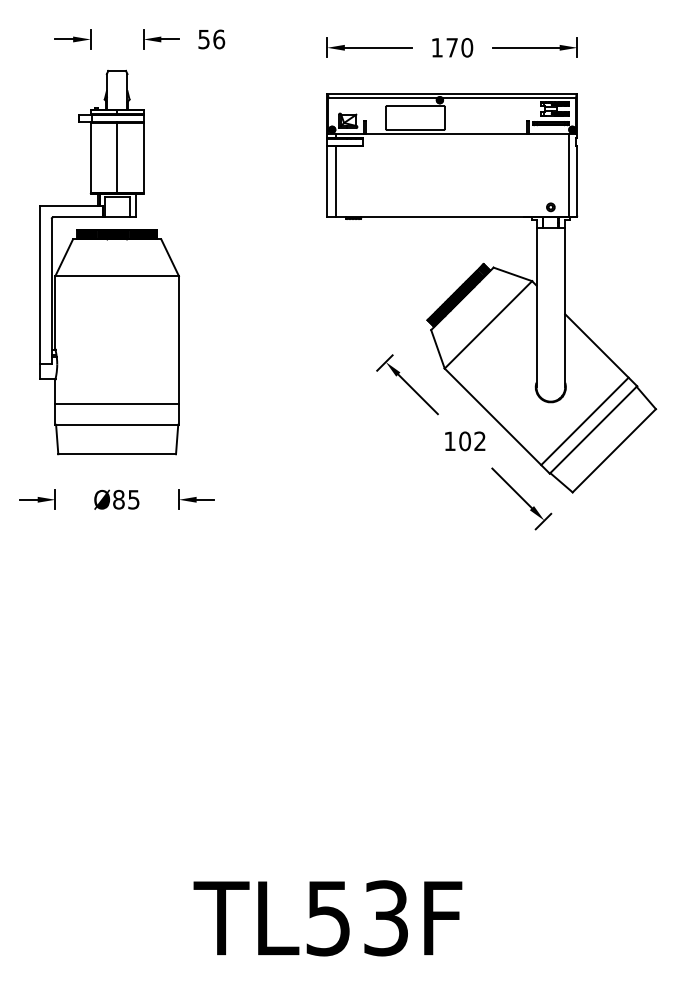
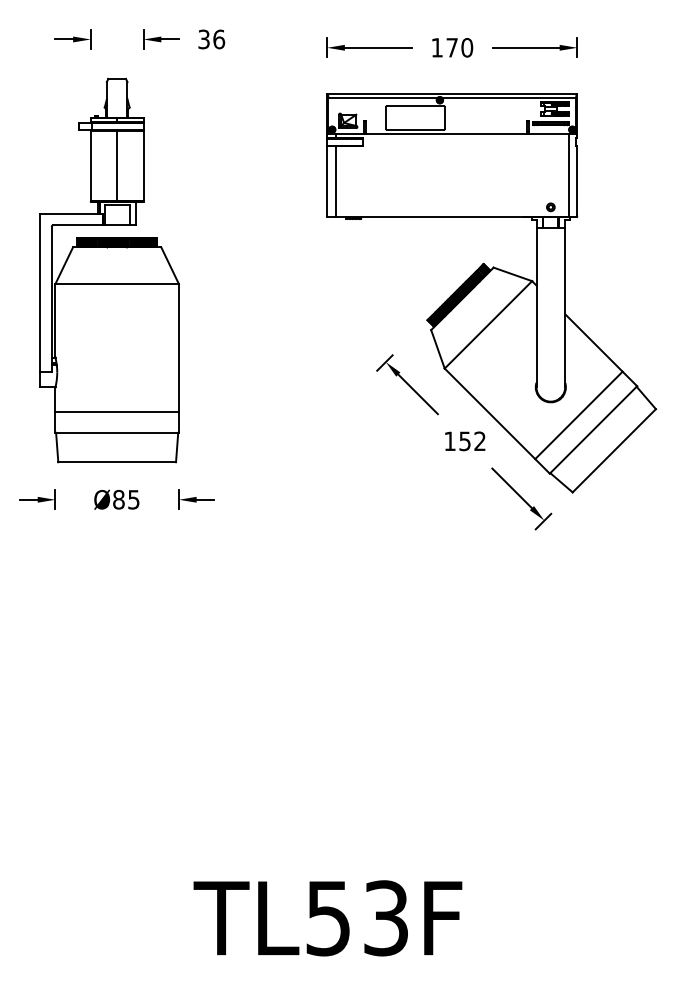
text at (204, 38): 56 -> 36
part at (109, 262) position: (109, 262) -> (109, 270)
line at (584, 421) position: (584, 421) -> (578, 415)
text at (464, 441): 102 -> 152
